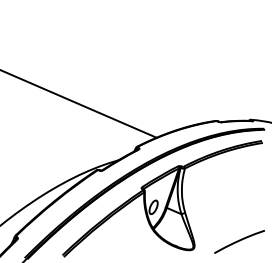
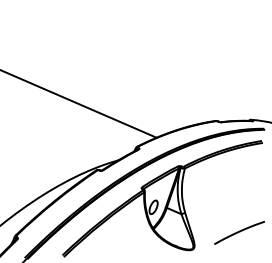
curve at (239, 241) position: (239, 241) -> (239, 232)
